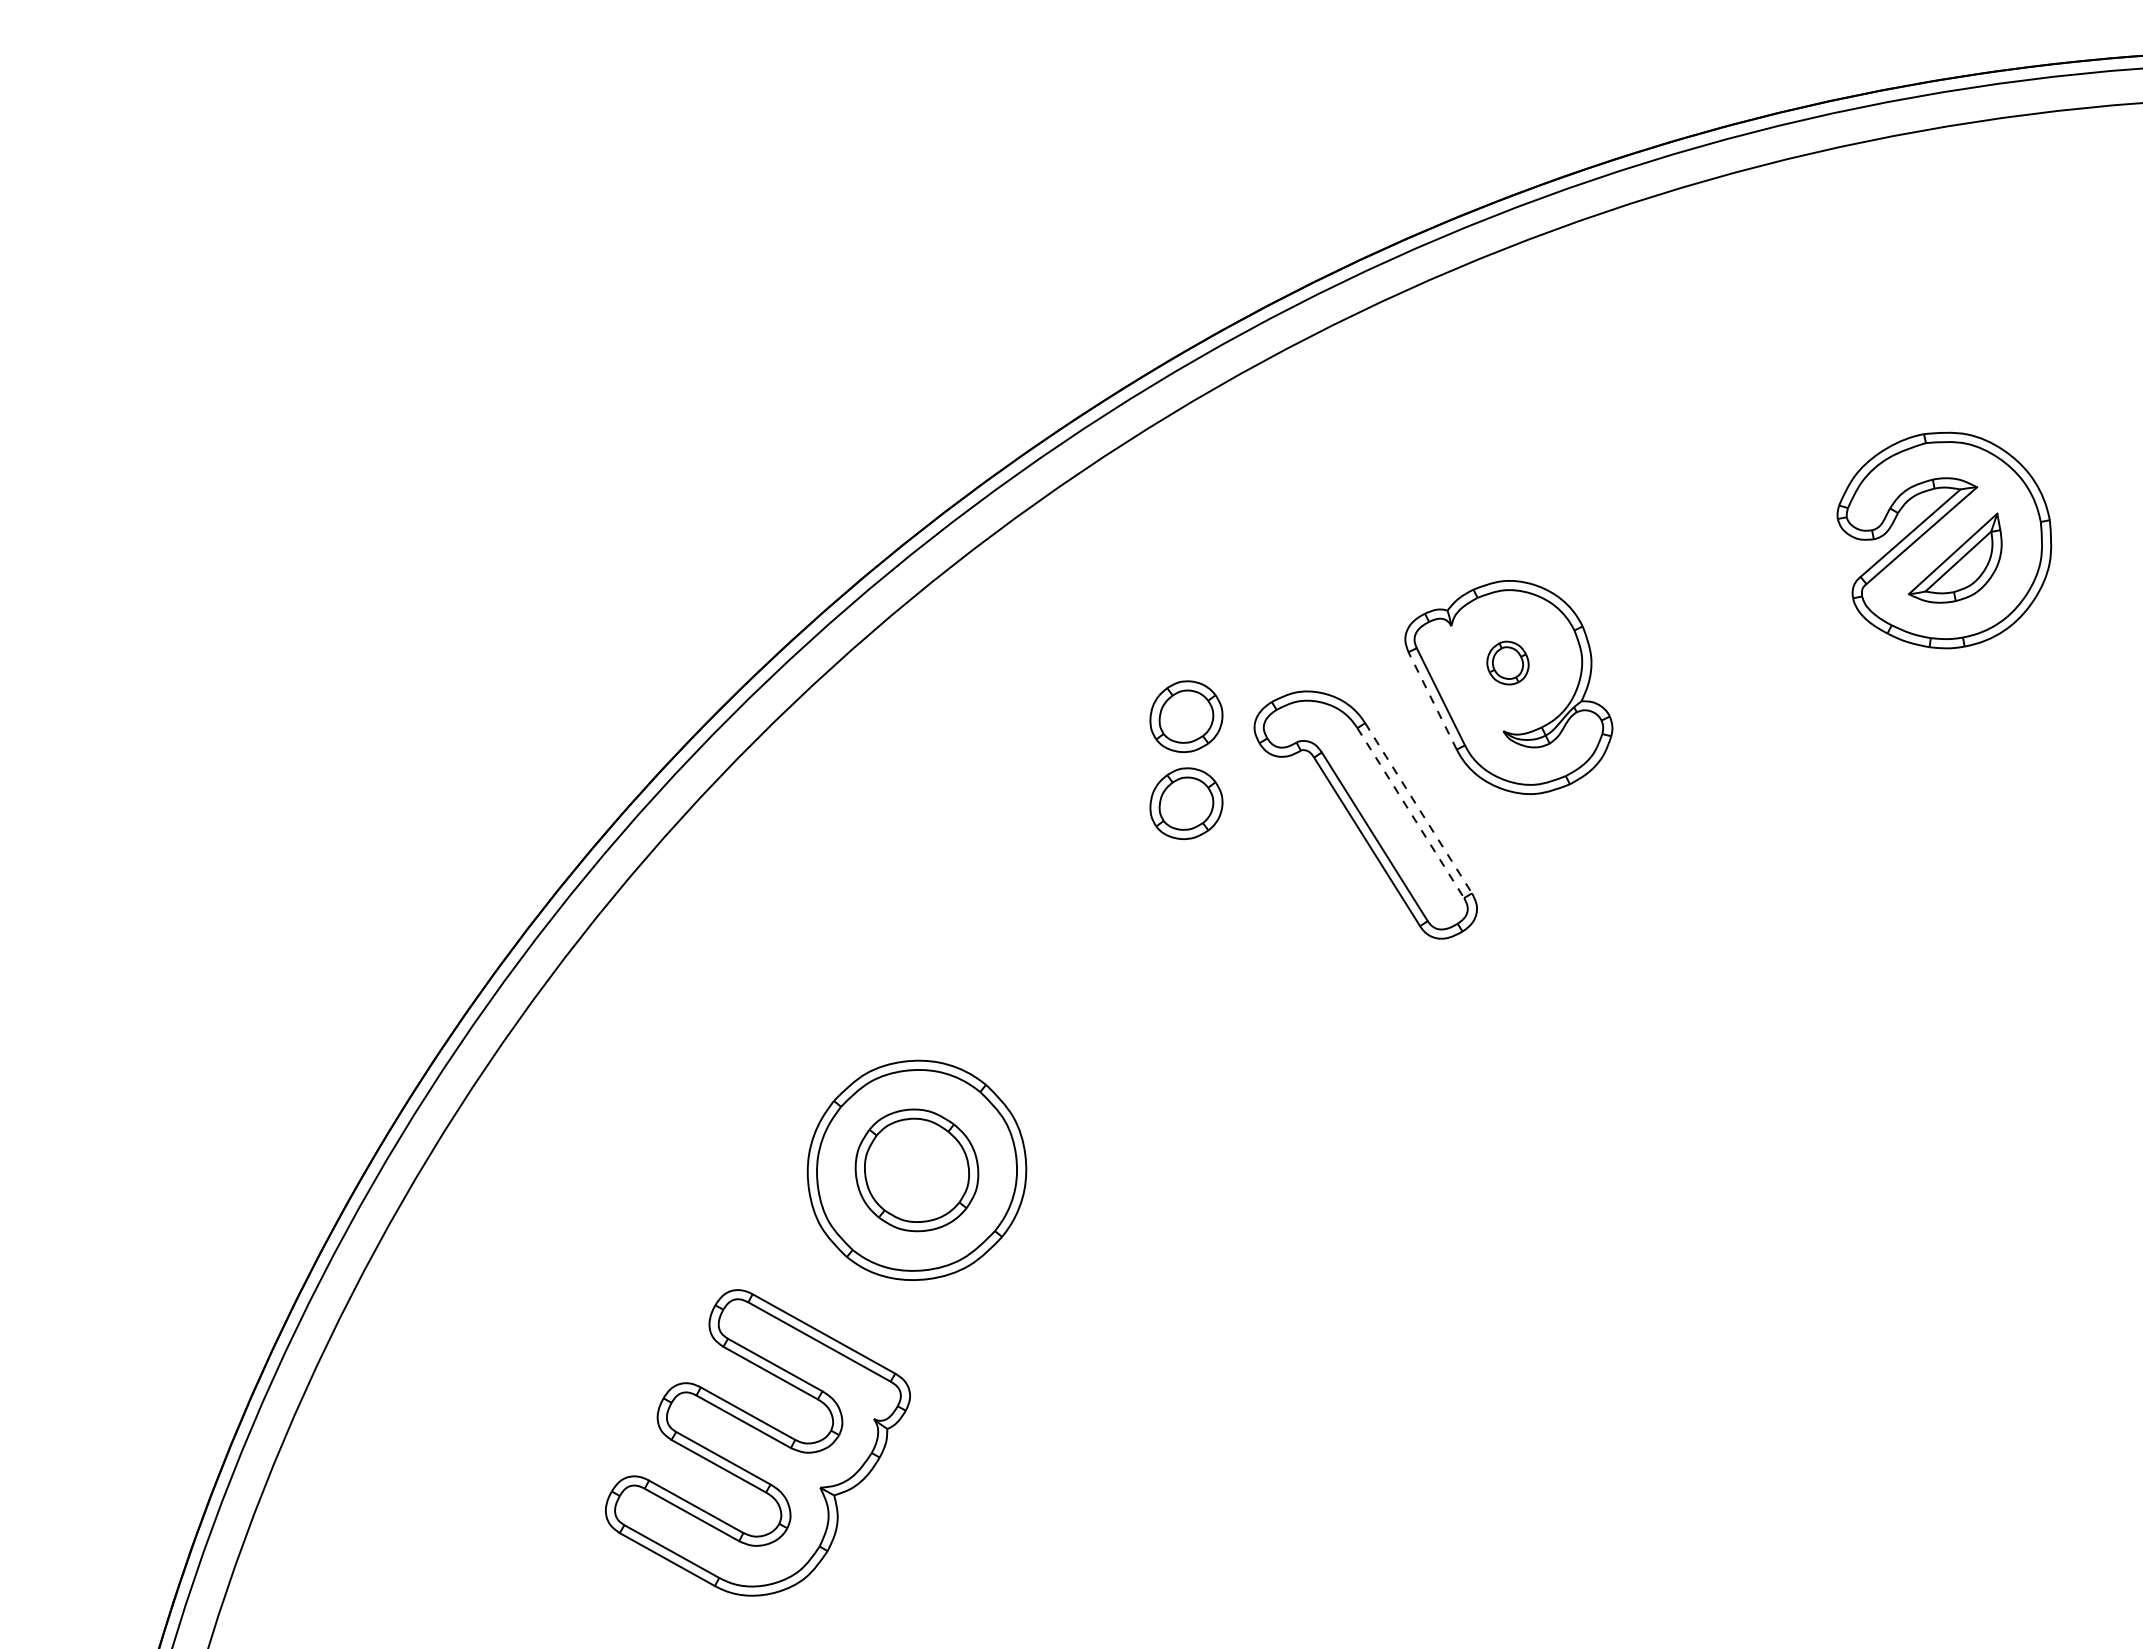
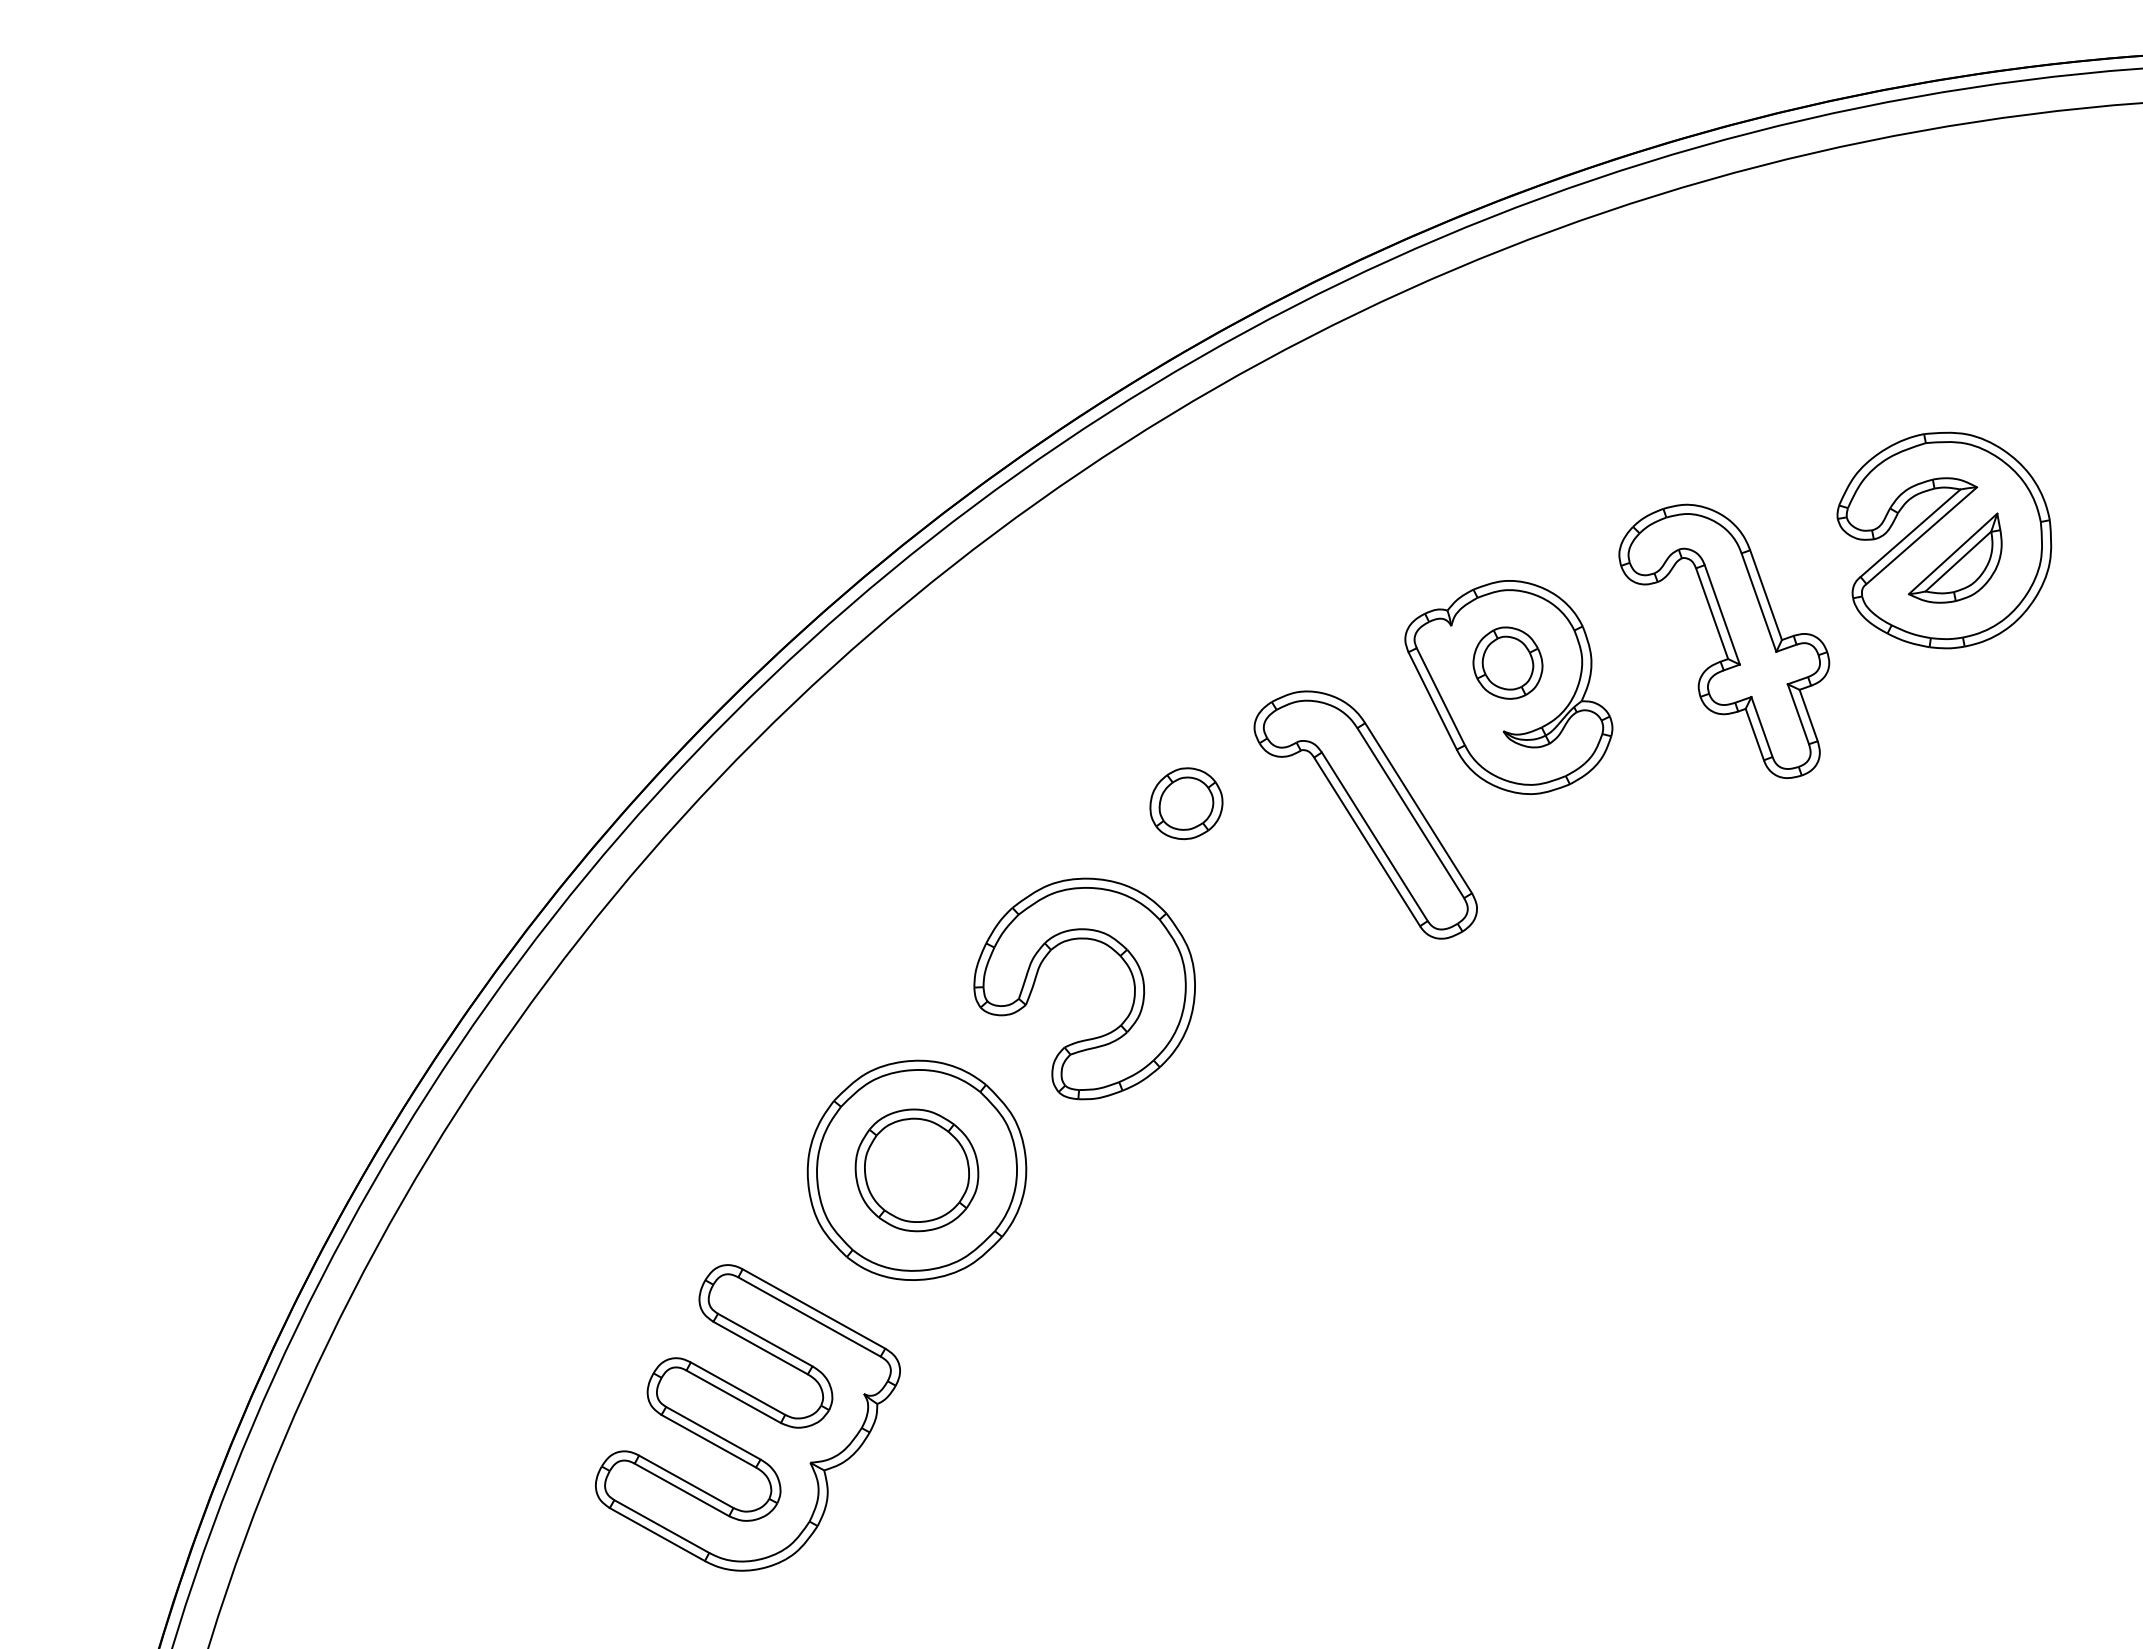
part at (1724, 640): none -> present
part at (1507, 662) size: 44x46 px -> 72x74 px
line at (1432, 700): dashed -> solid
part at (1186, 716): present -> none
line at (1418, 808): dashed -> solid
line at (1411, 813): dashed -> solid
part at (1112, 950): none -> present
part at (757, 1442) position: (757, 1442) -> (747, 1417)
